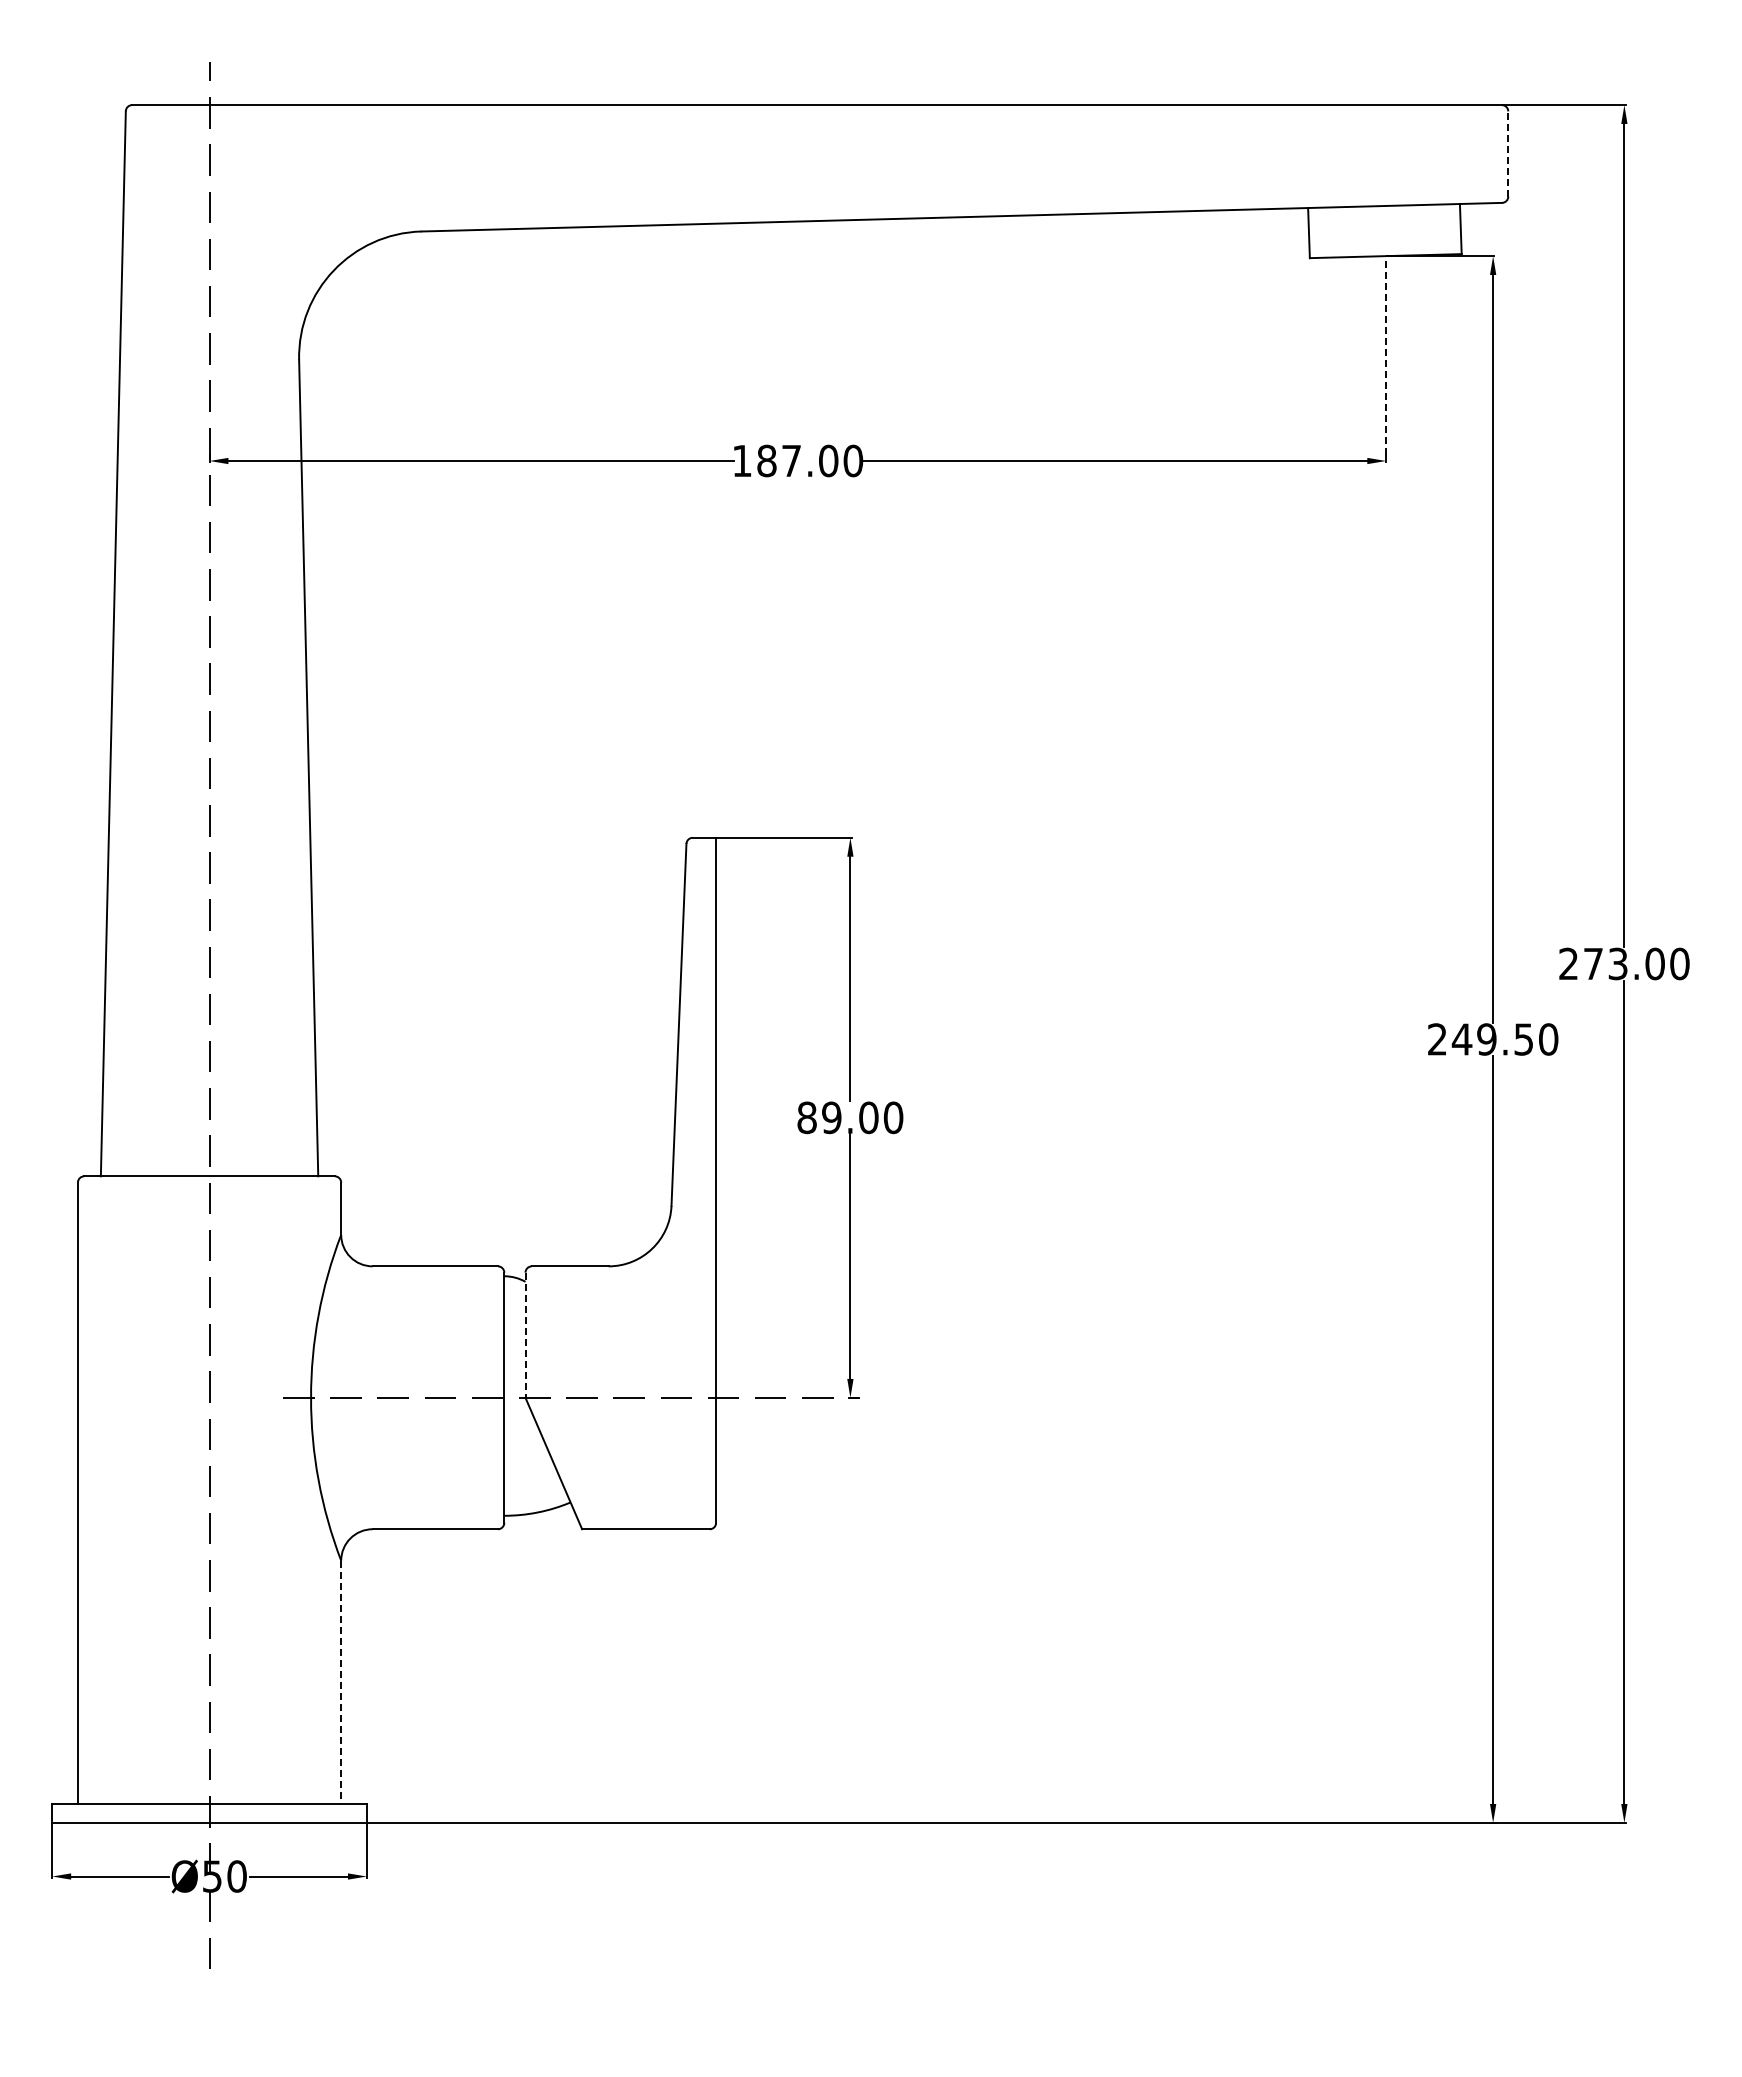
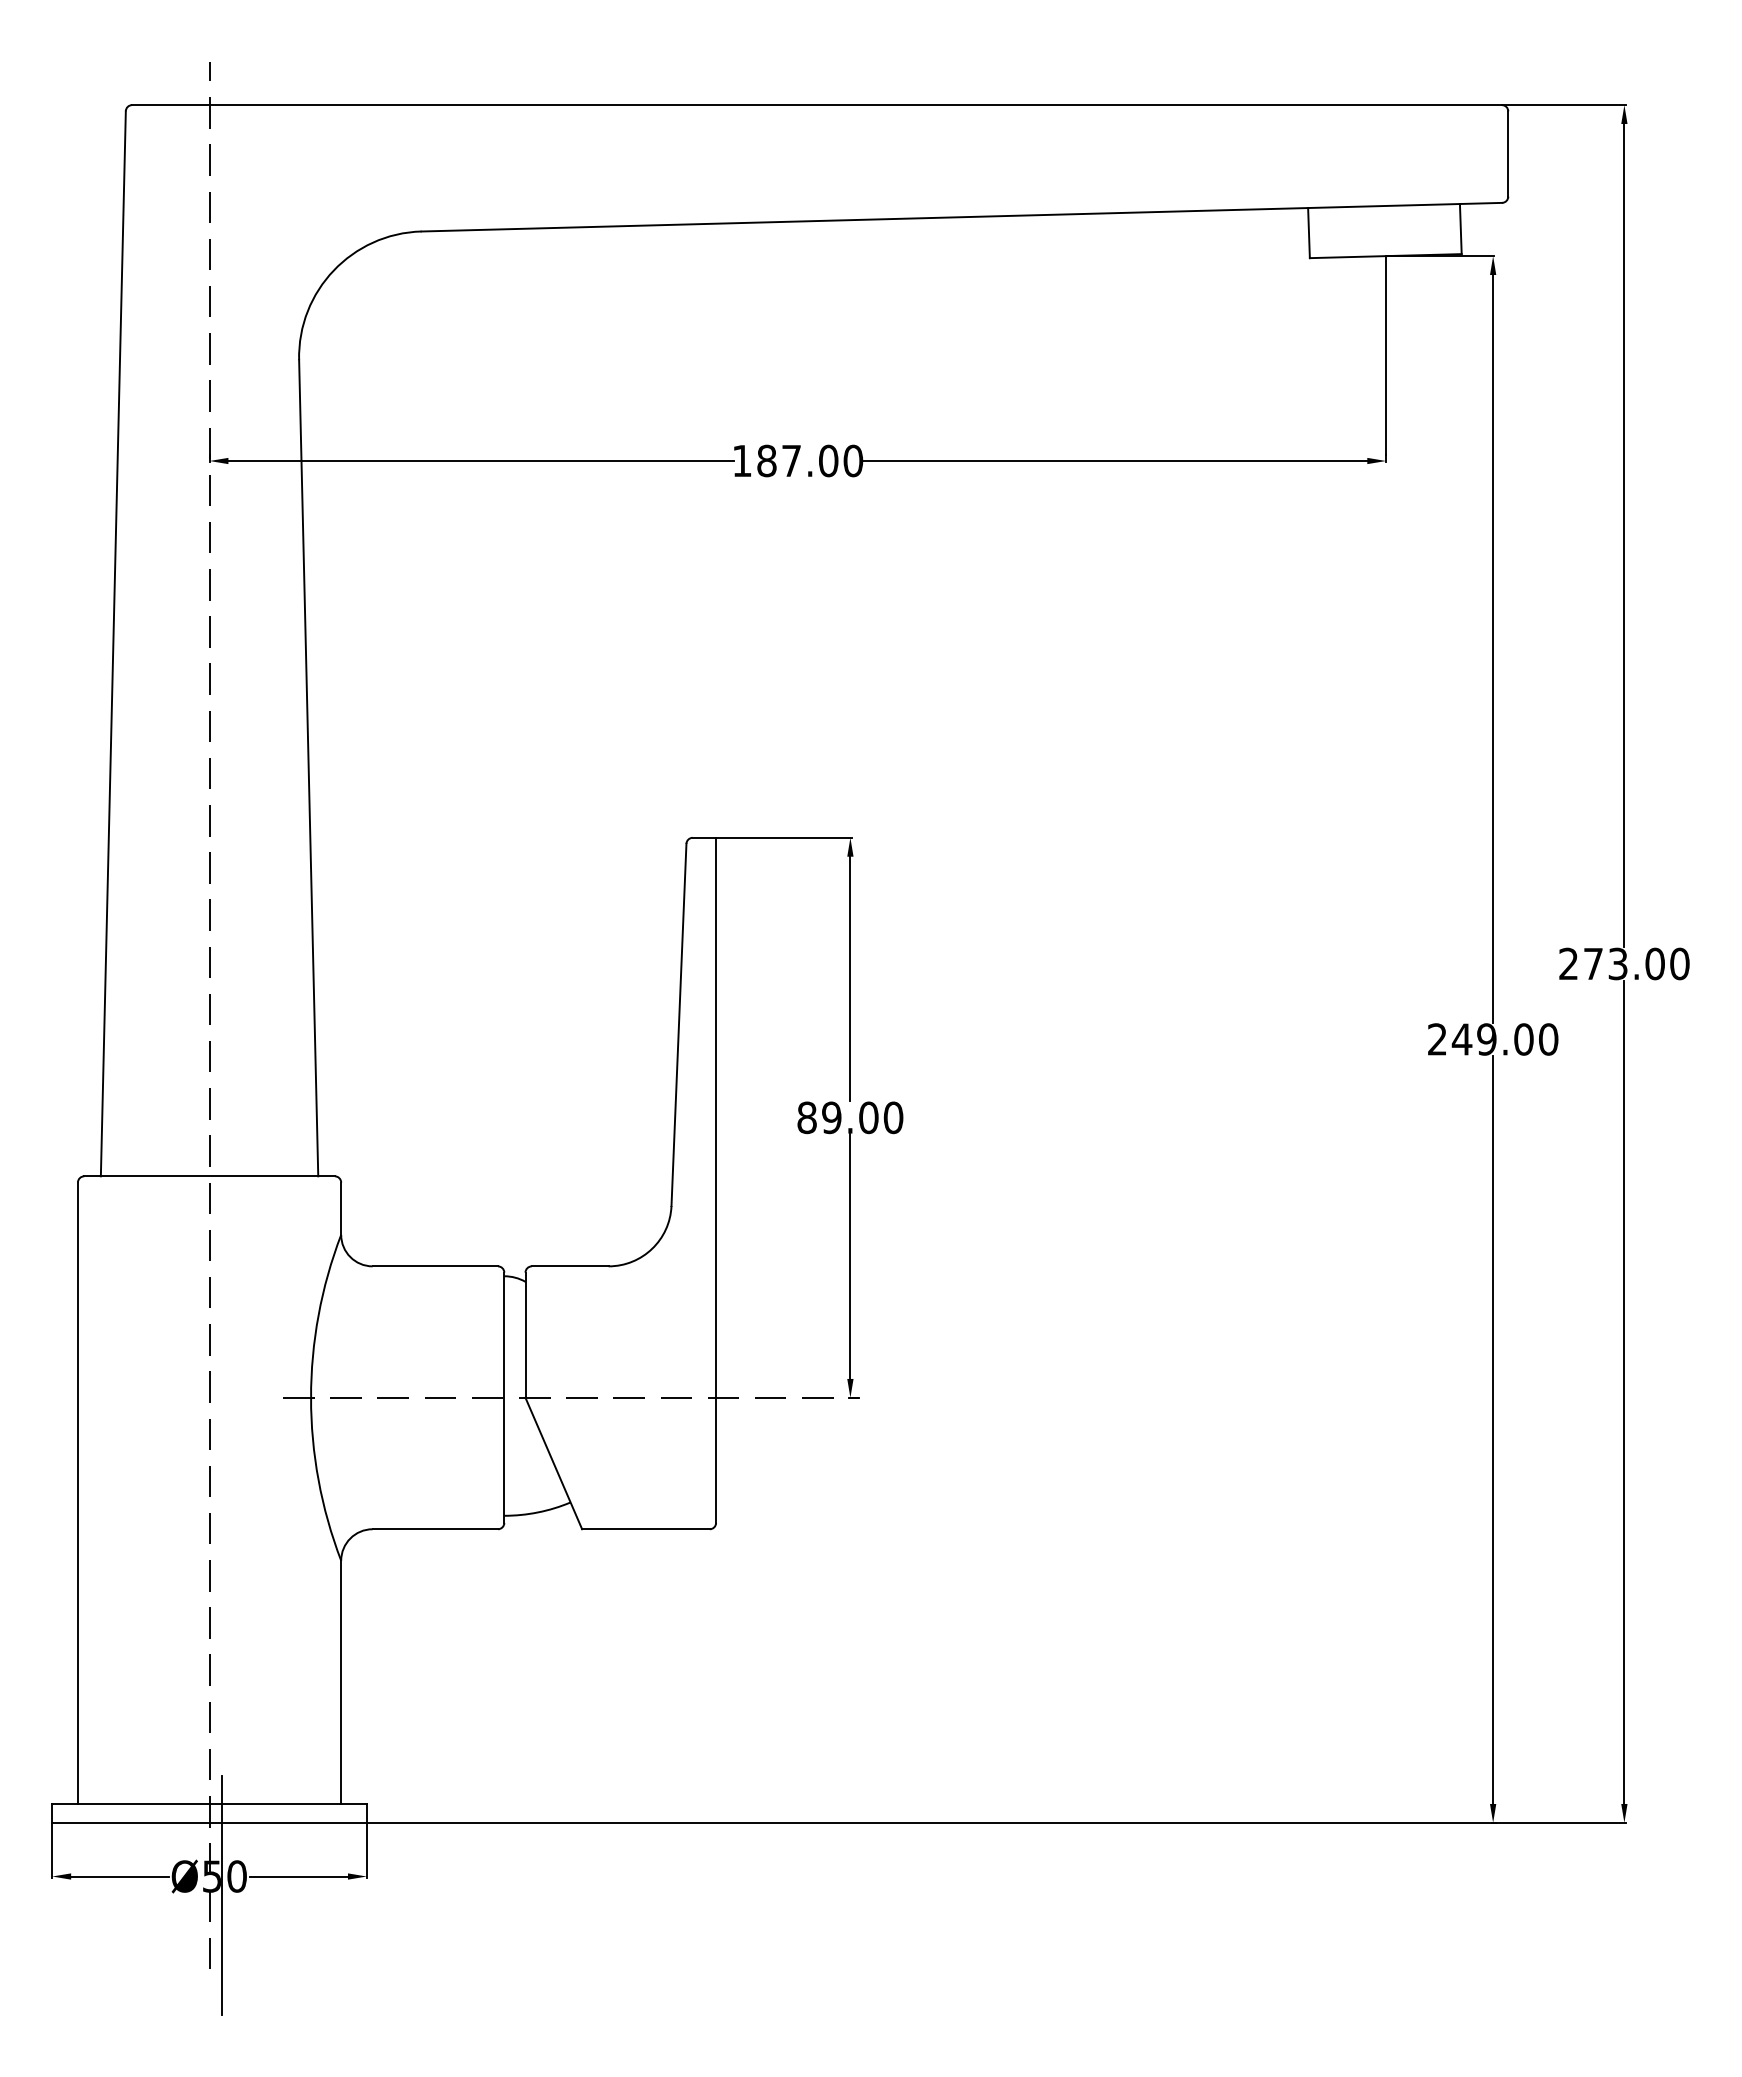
line at (1508, 154): dashed -> solid
line at (1386, 355): dashed -> solid
text at (1523, 1039): 249.50 -> 249.00
line at (525, 1335): dashed -> solid
line at (341, 1682): dashed -> solid
line at (222, 1895): none -> present
